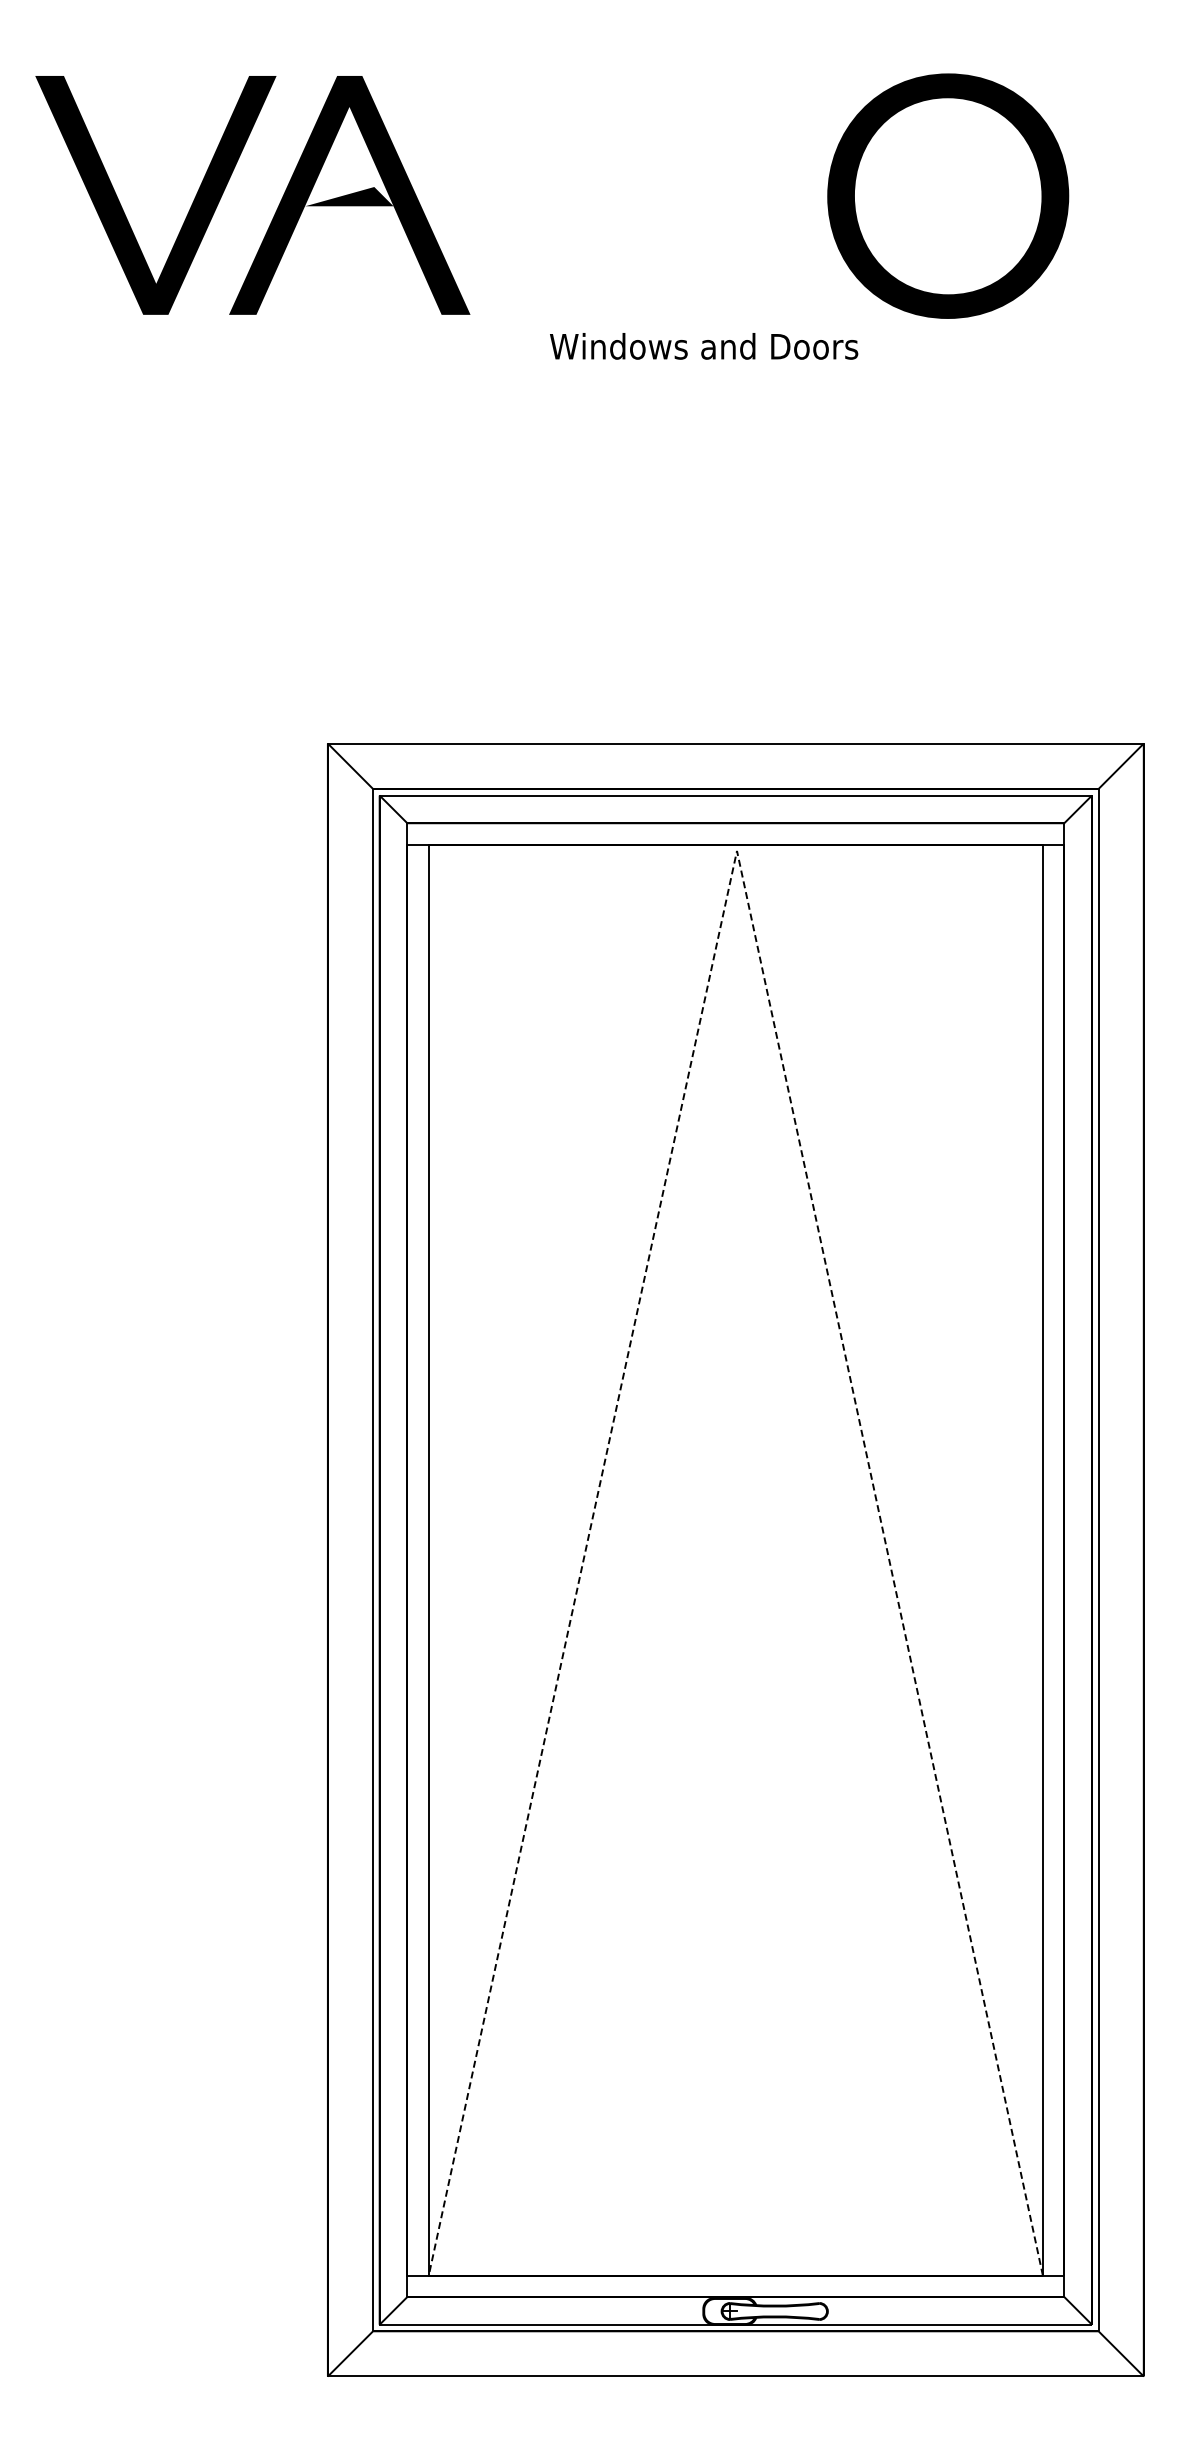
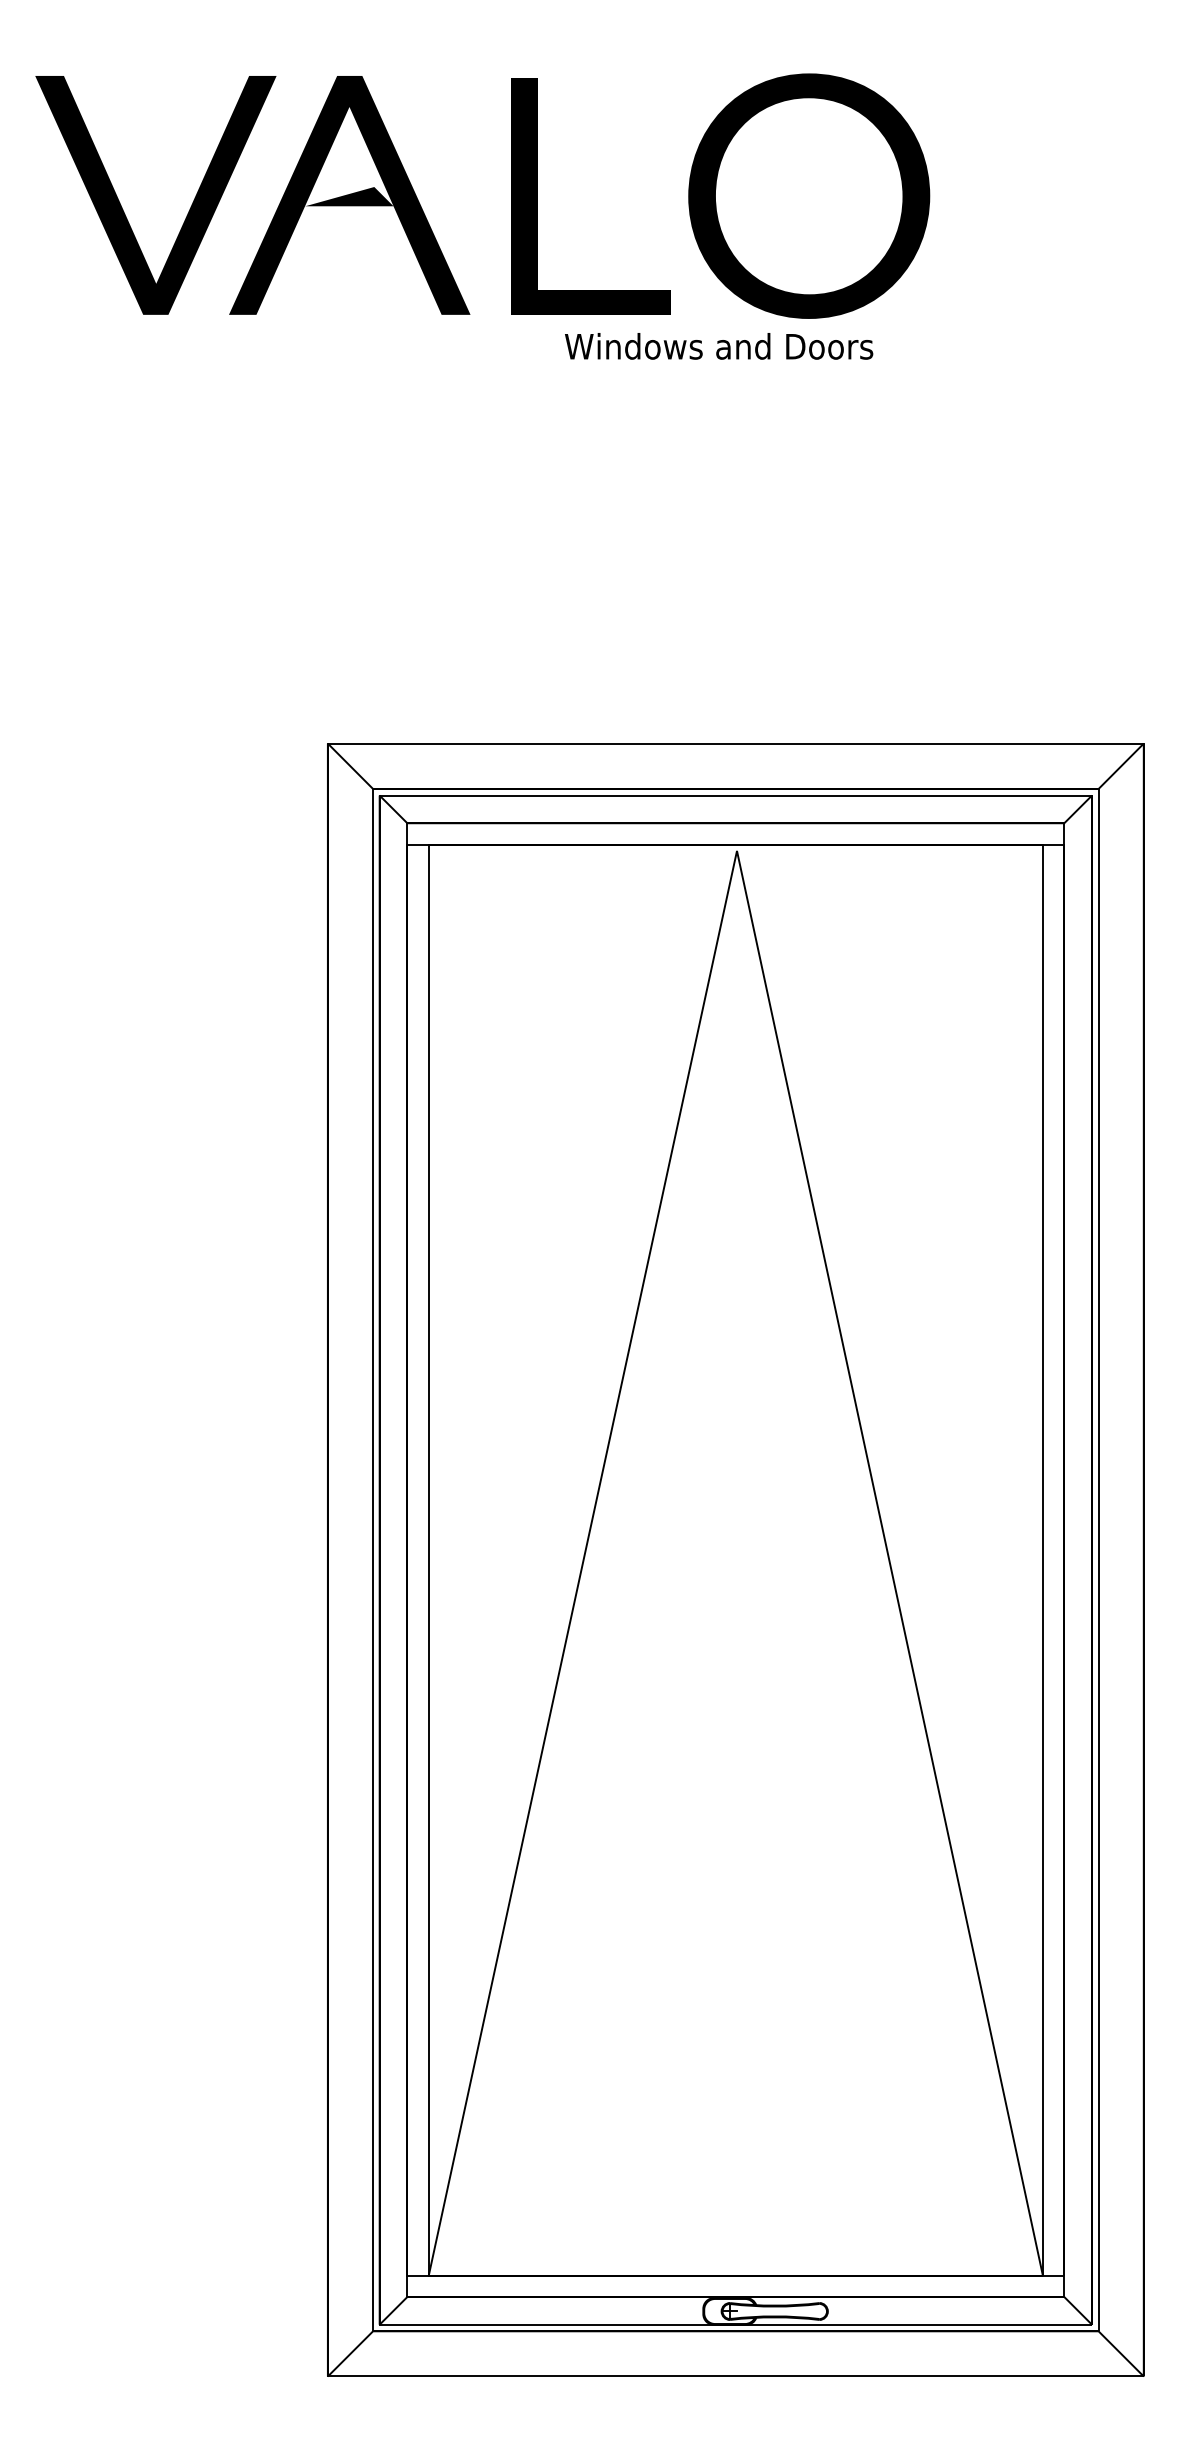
part at (948, 195) position: (948, 195) -> (809, 195)
part at (537, 196): none -> present
text at (704, 346) position: (704, 346) -> (719, 346)
line at (737, 850): dashed -> solid
